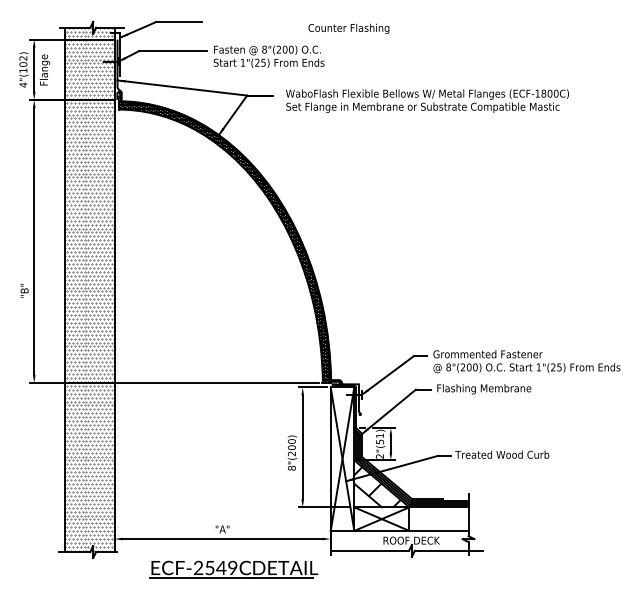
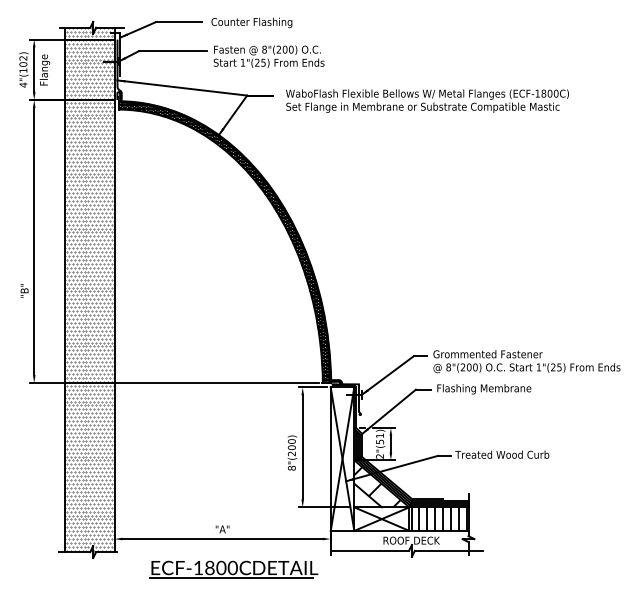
text at (348, 28) position: (348, 28) -> (251, 22)
hatch at (438, 518): none -> present
text at (215, 567): ECF-2549C -> ECF-1800C
